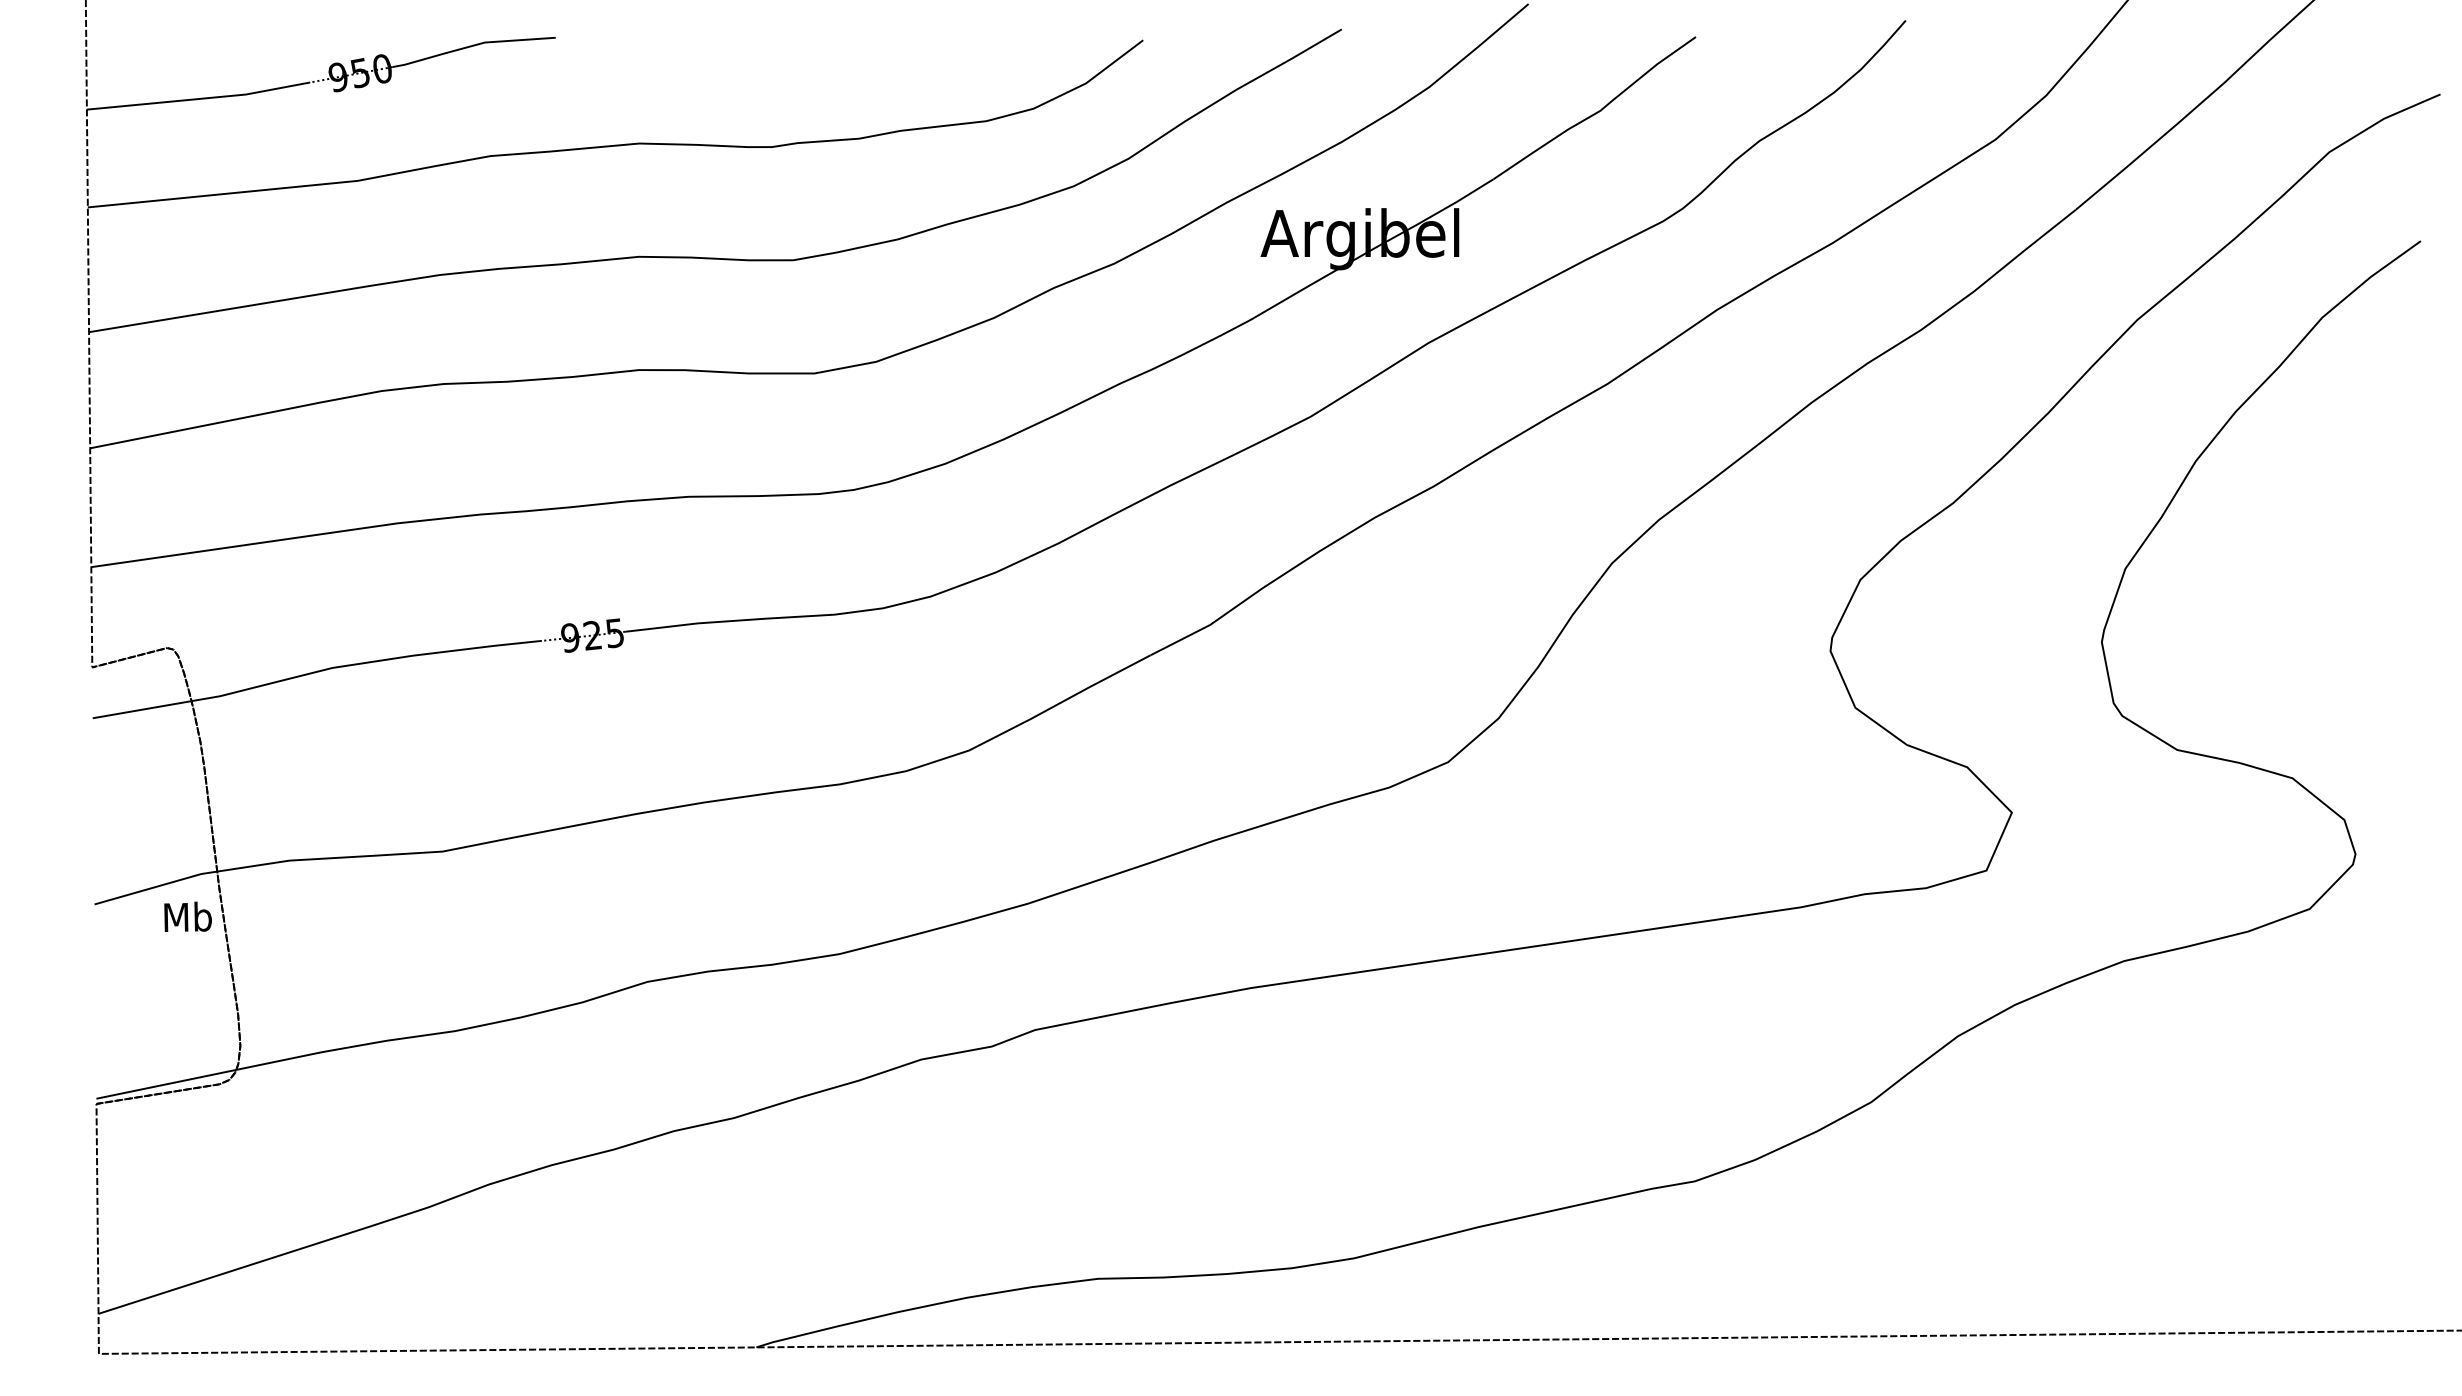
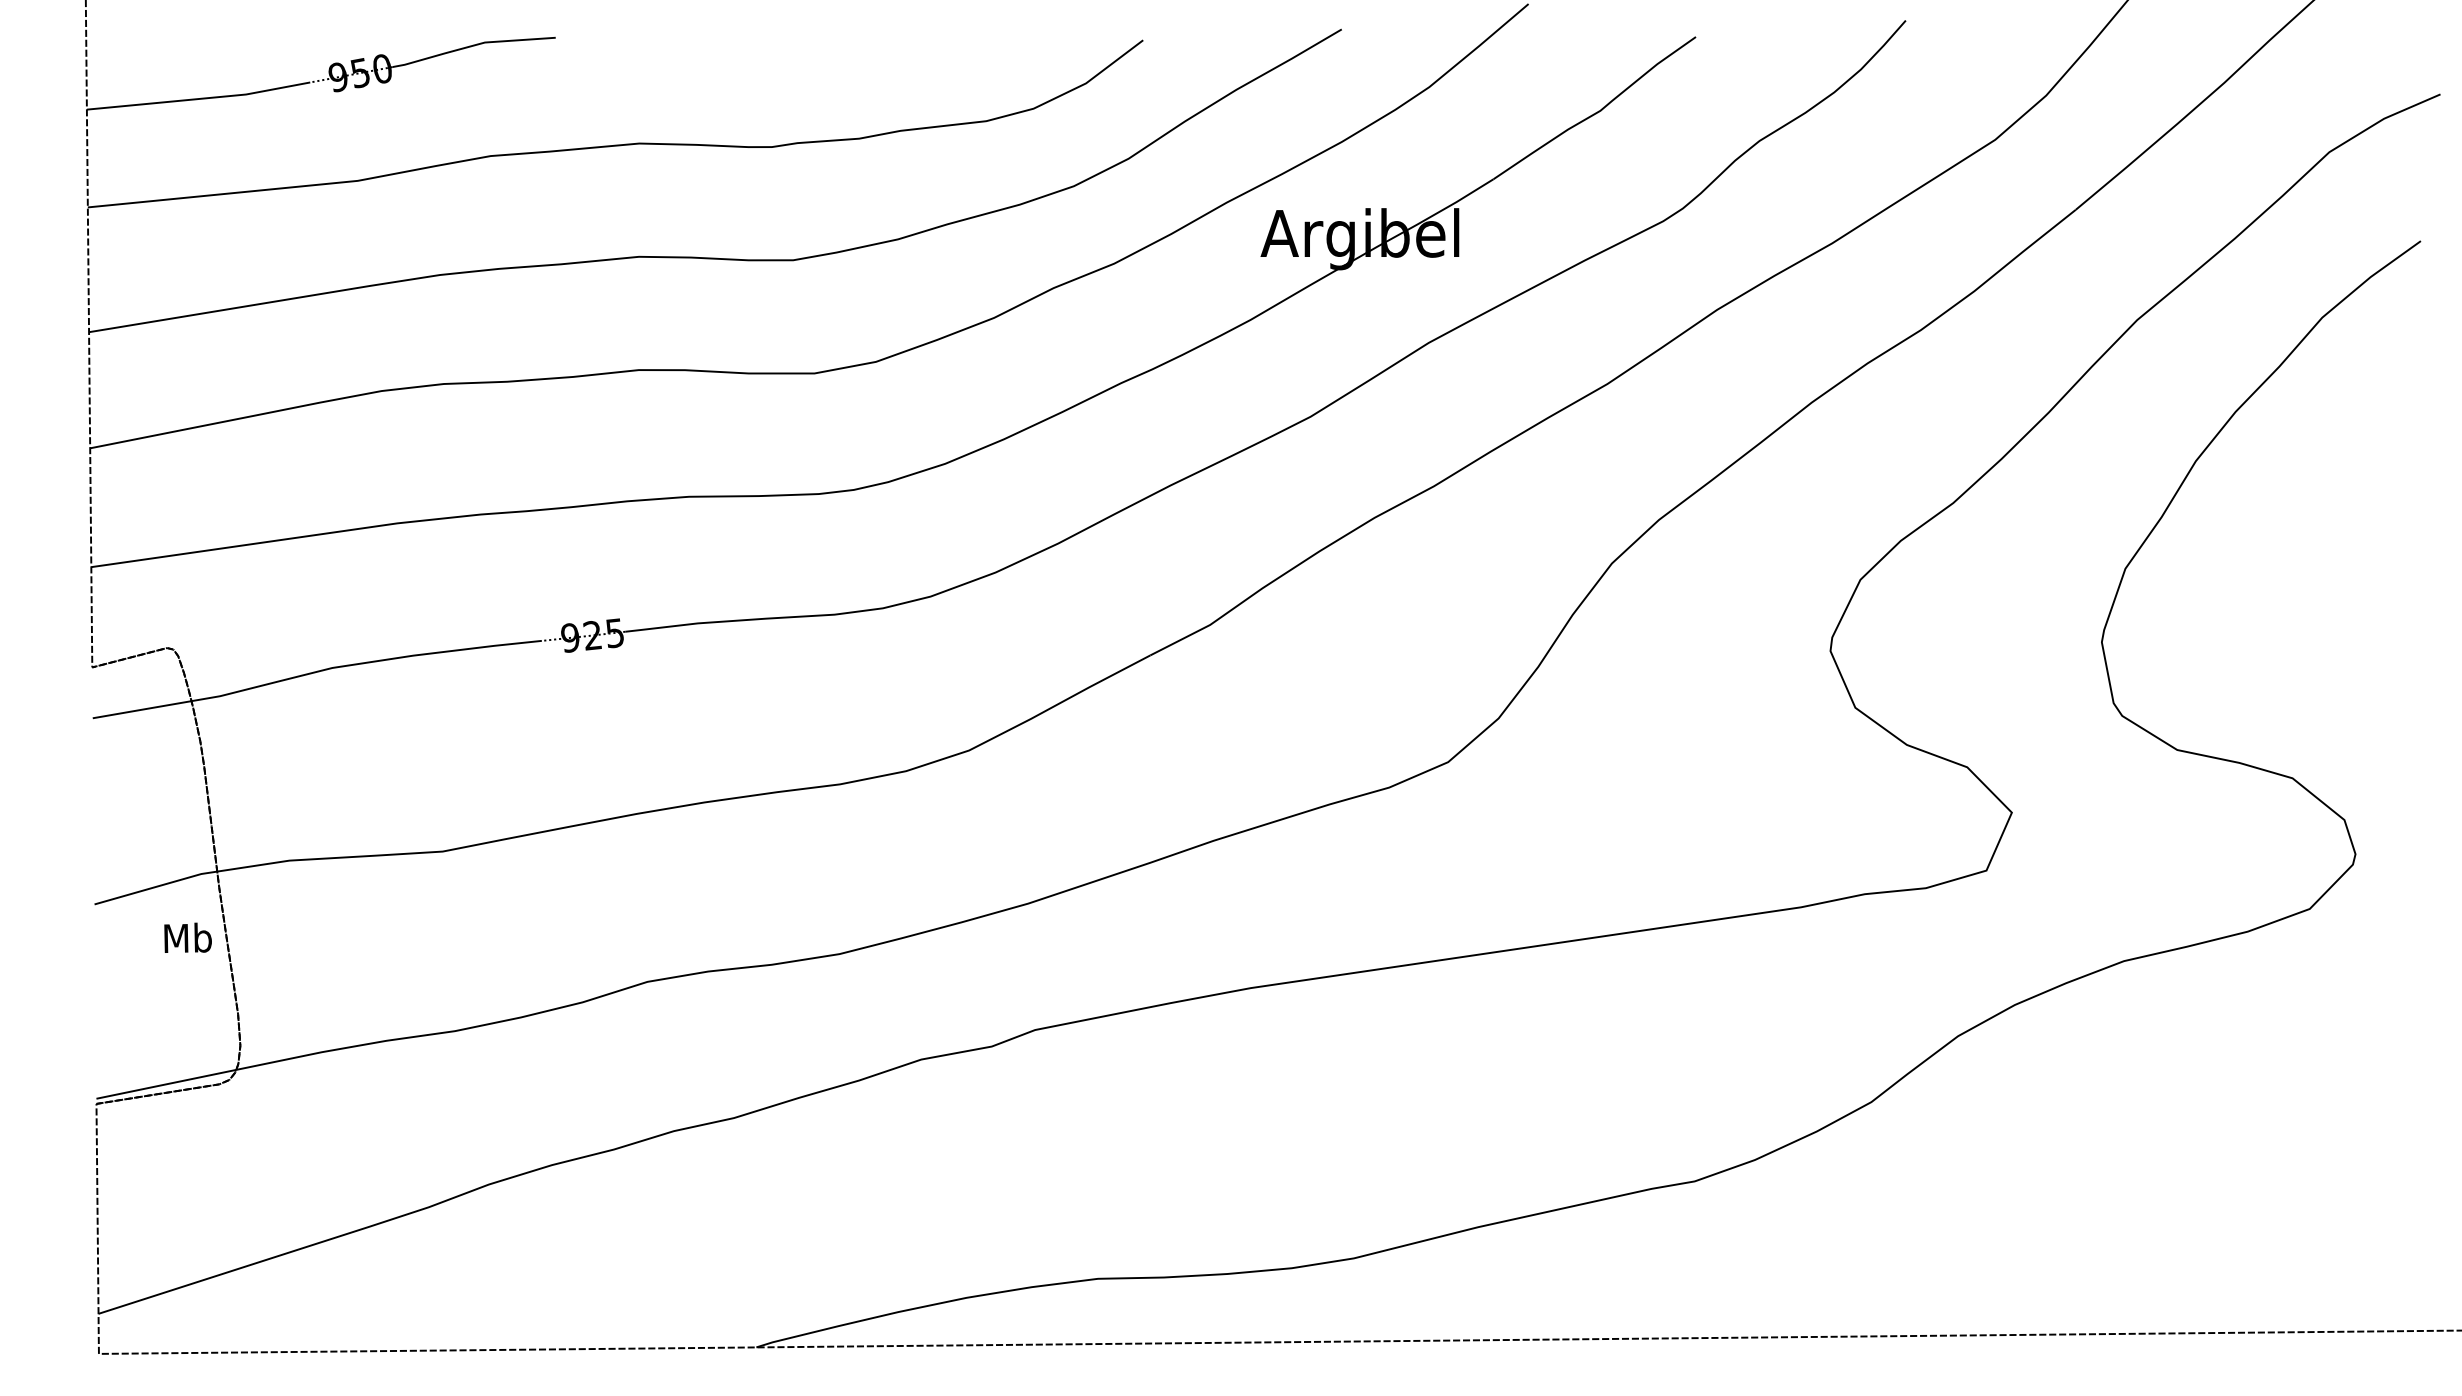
text at (187, 916) position: (187, 916) -> (187, 937)
